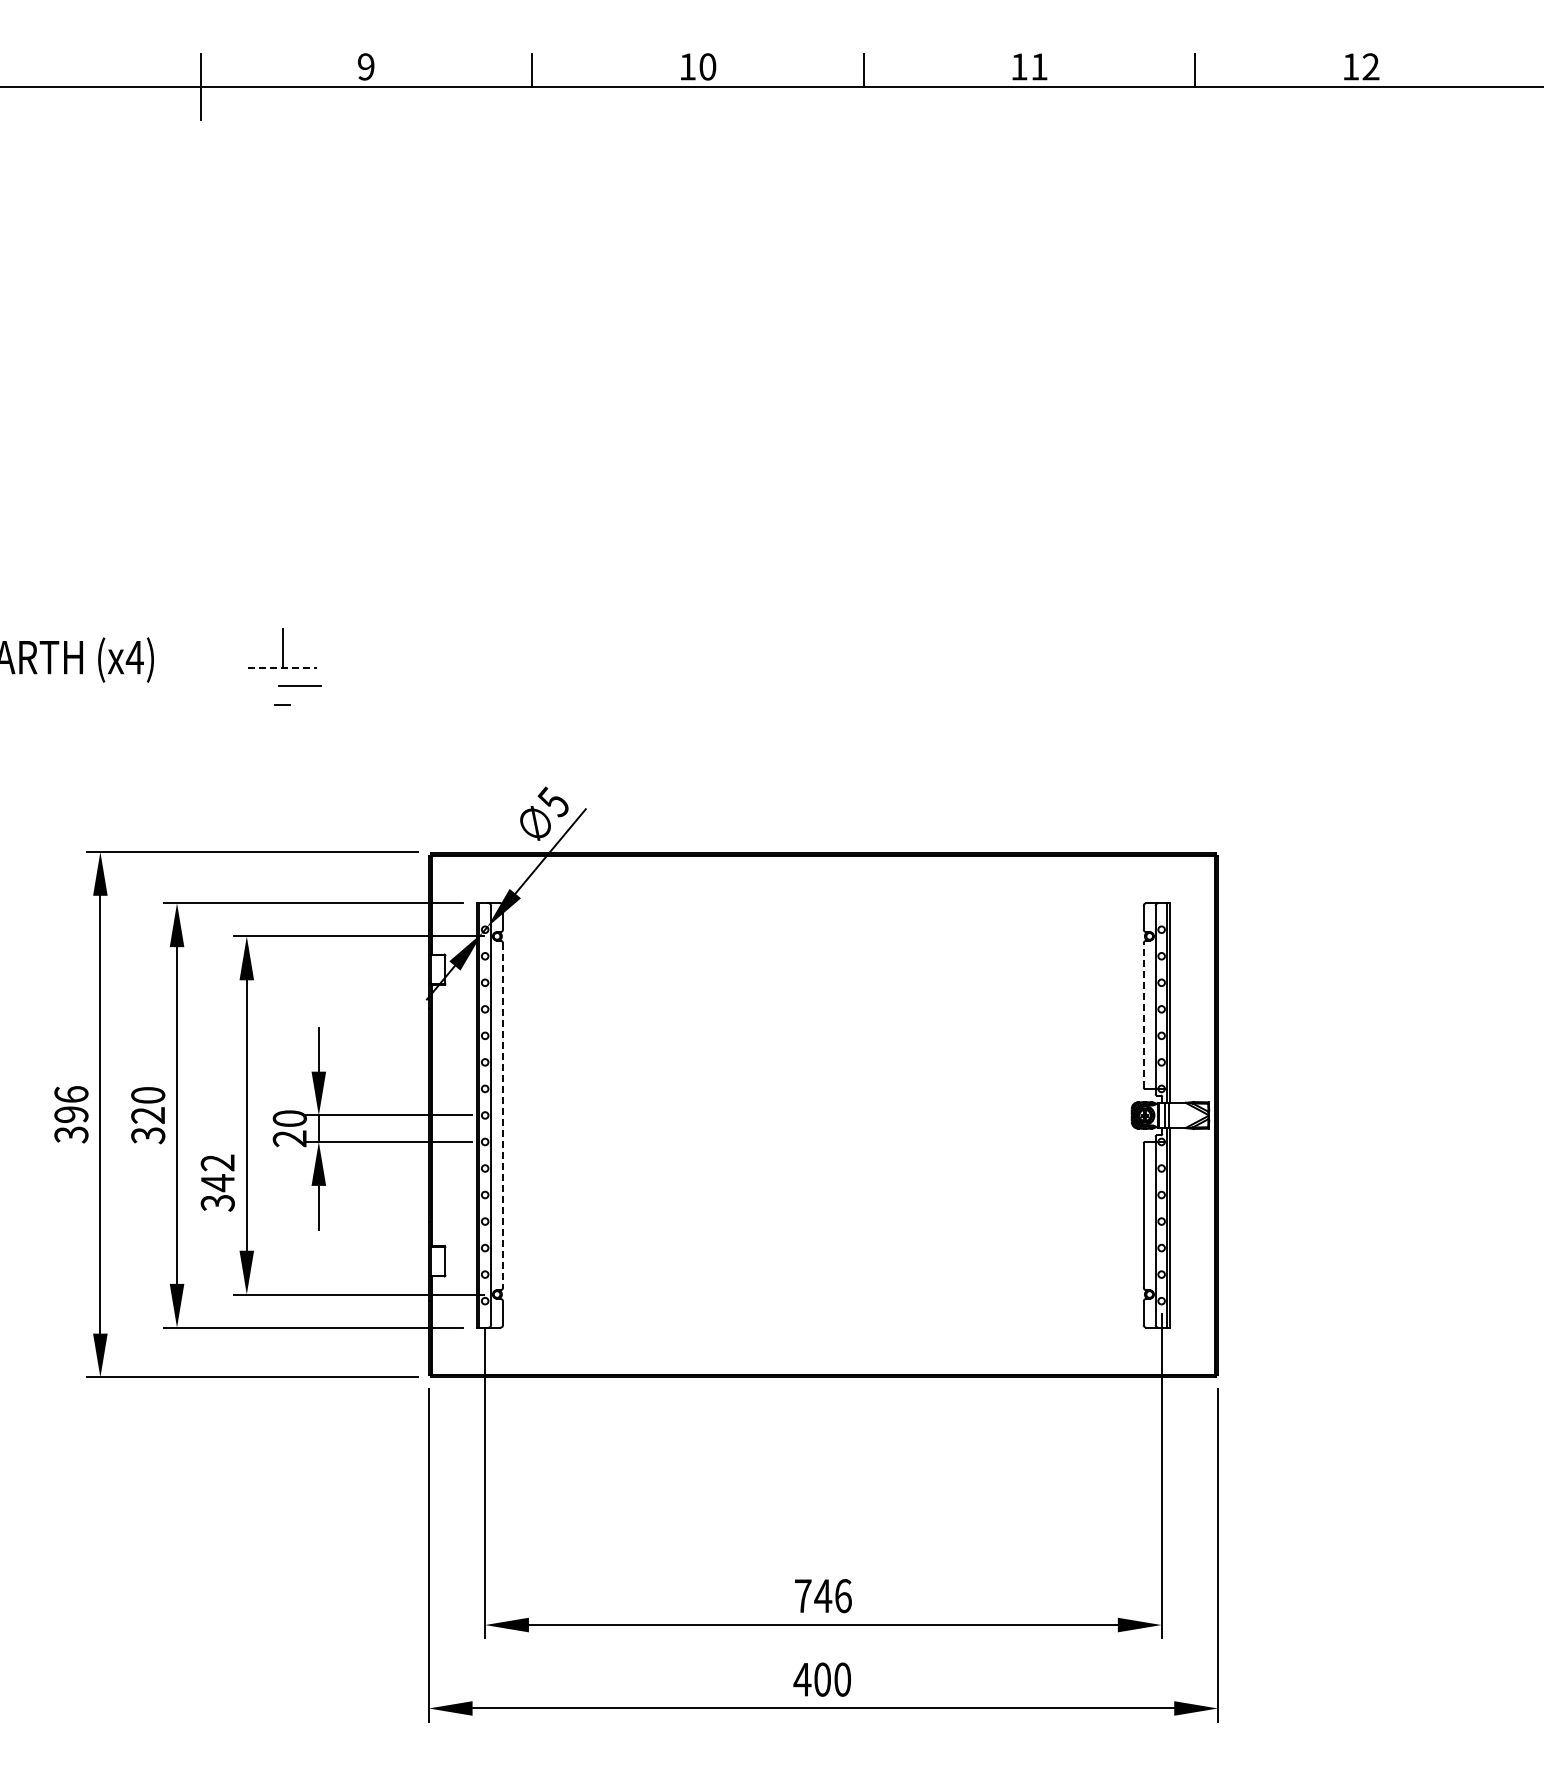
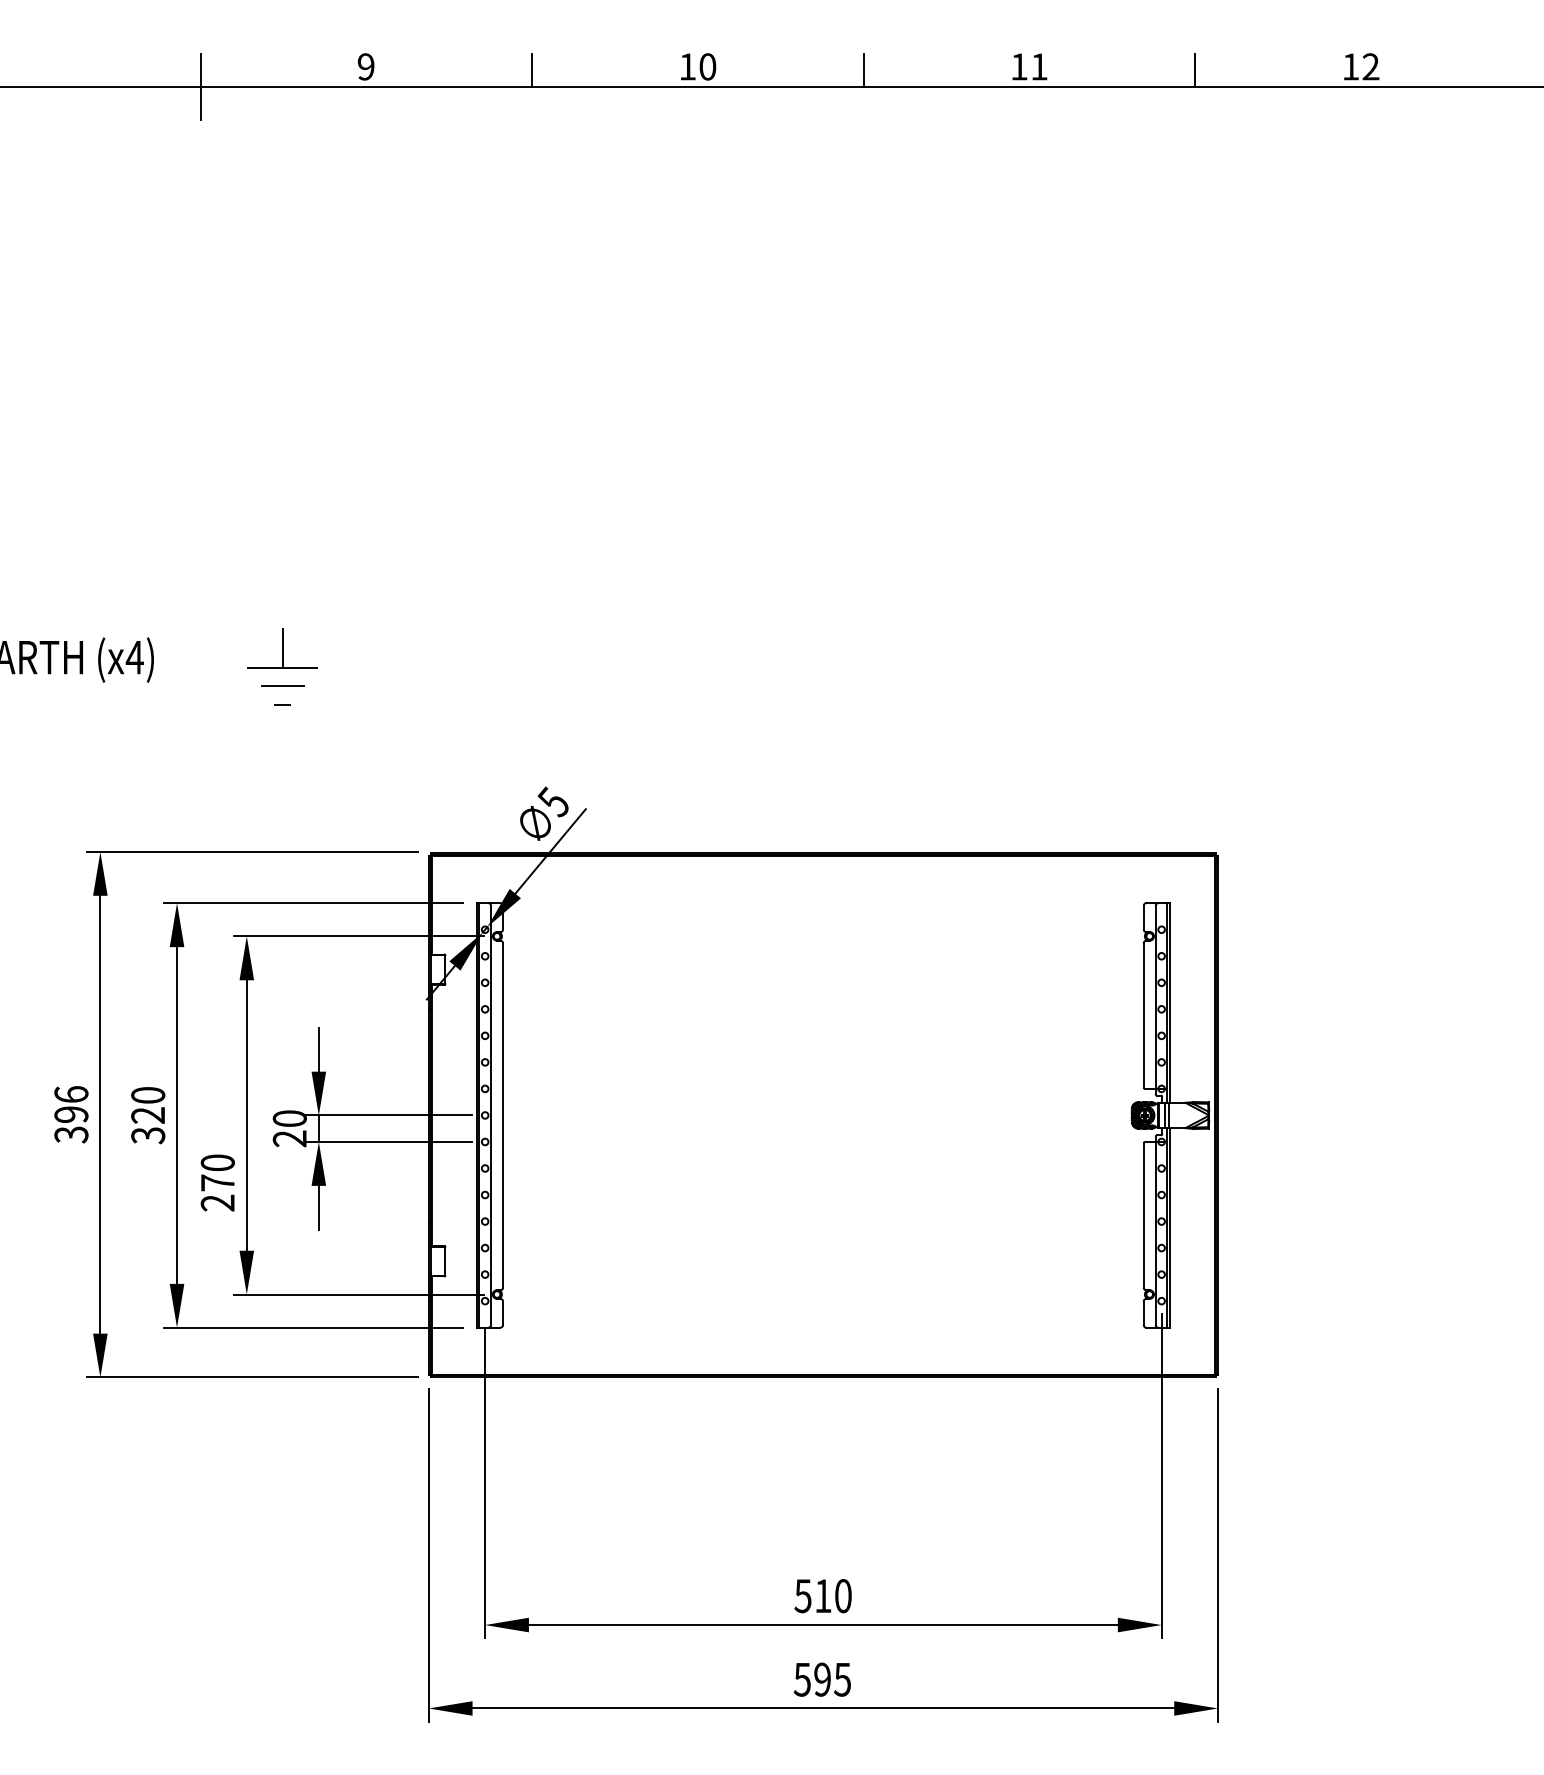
line at (283, 668): dashed -> solid
line at (299, 685) position: (299, 685) -> (282, 685)
line at (1143, 1015): dashed -> solid
line at (503, 1116): dashed -> solid
text at (217, 1182): 342 -> 270
text at (822, 1596): 746 -> 510
text at (821, 1679): 400 -> 595
